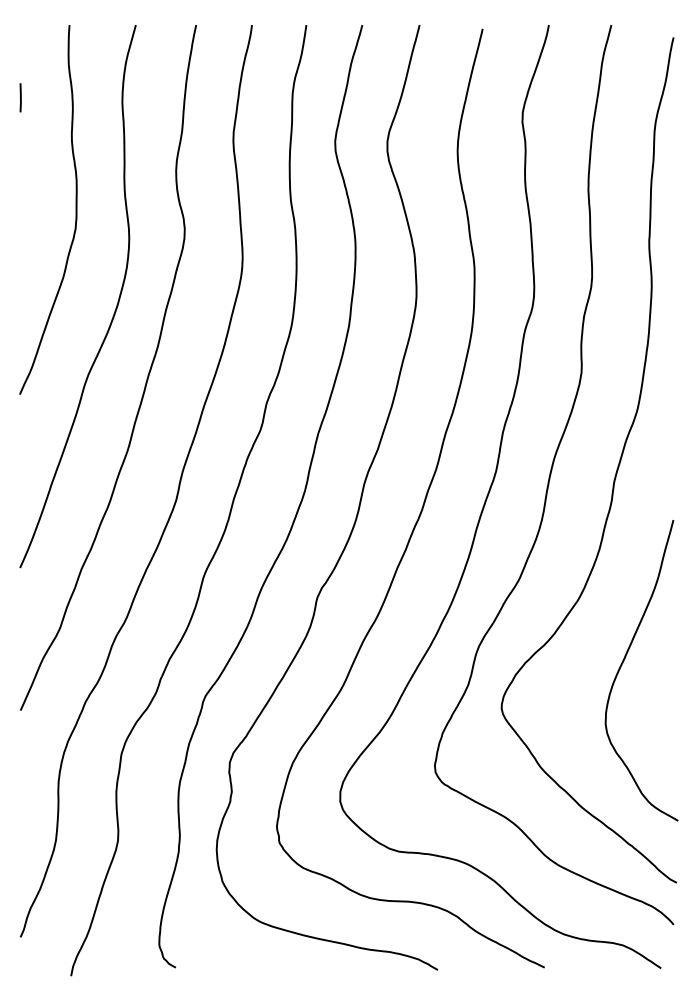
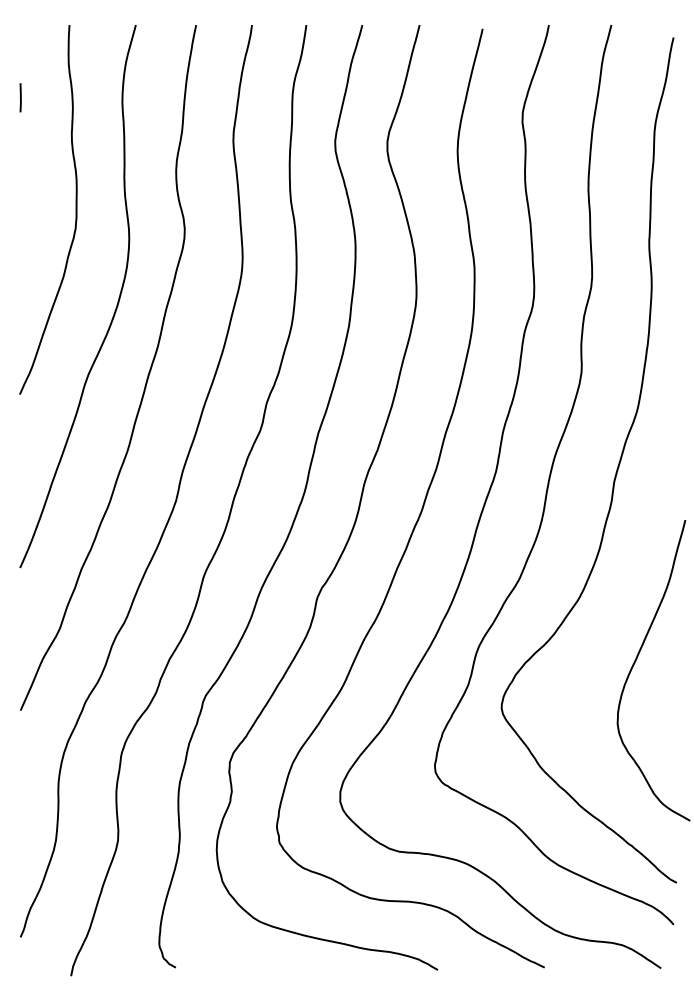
curve at (624, 661) position: (624, 661) -> (636, 661)
